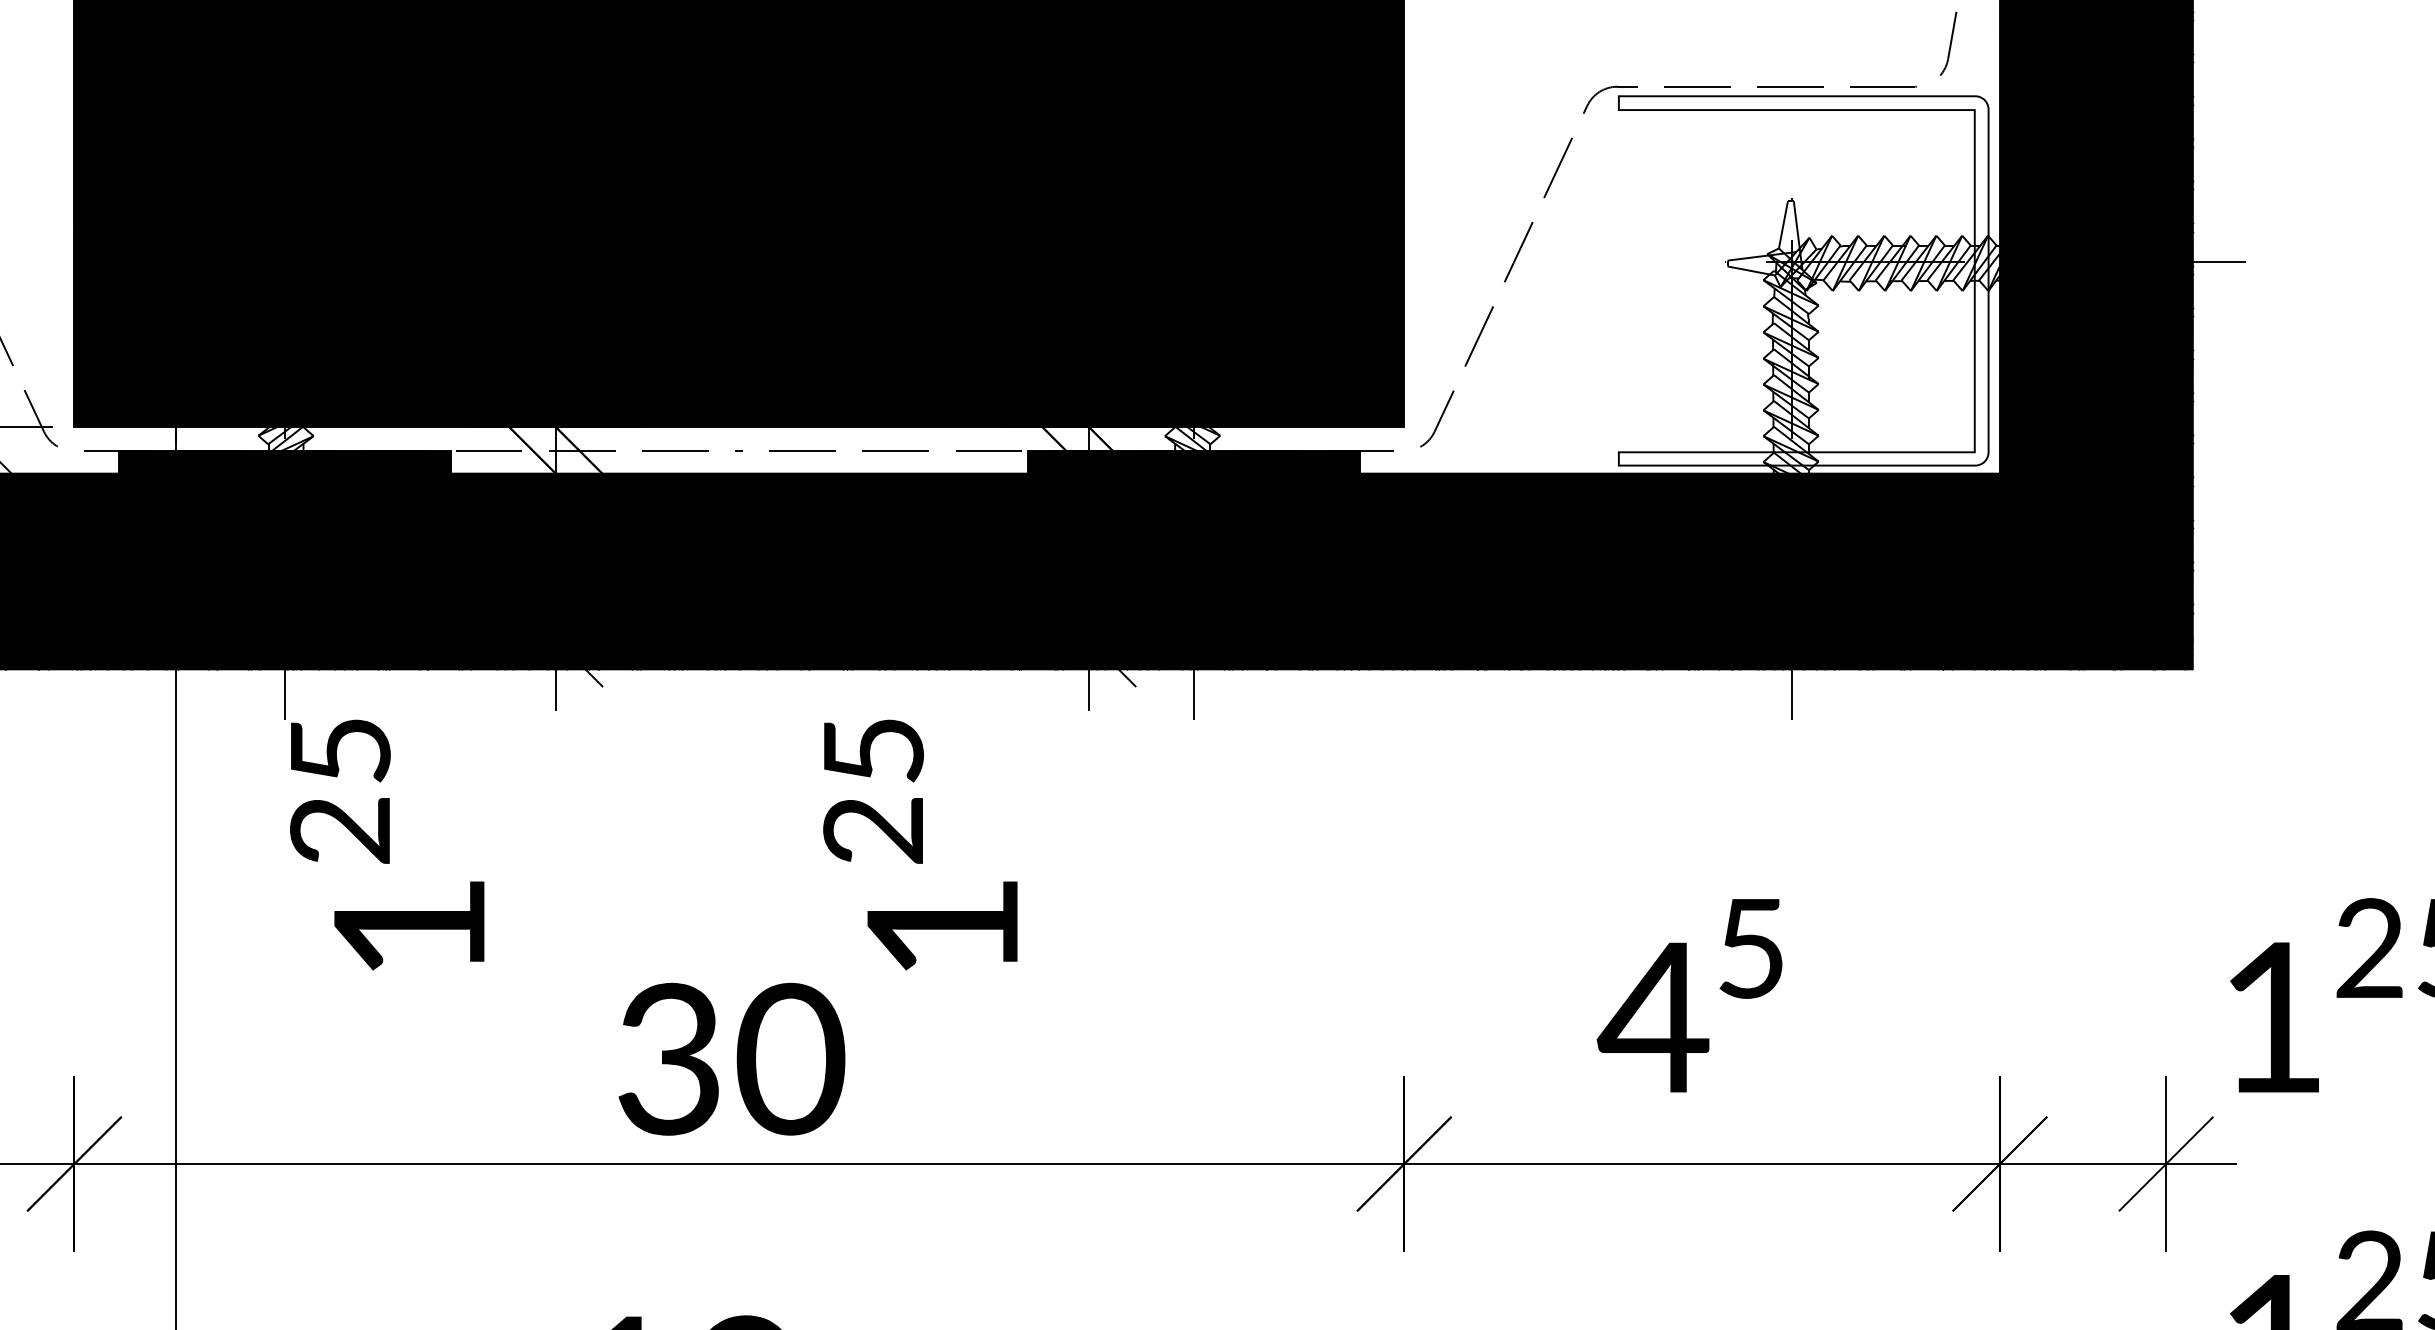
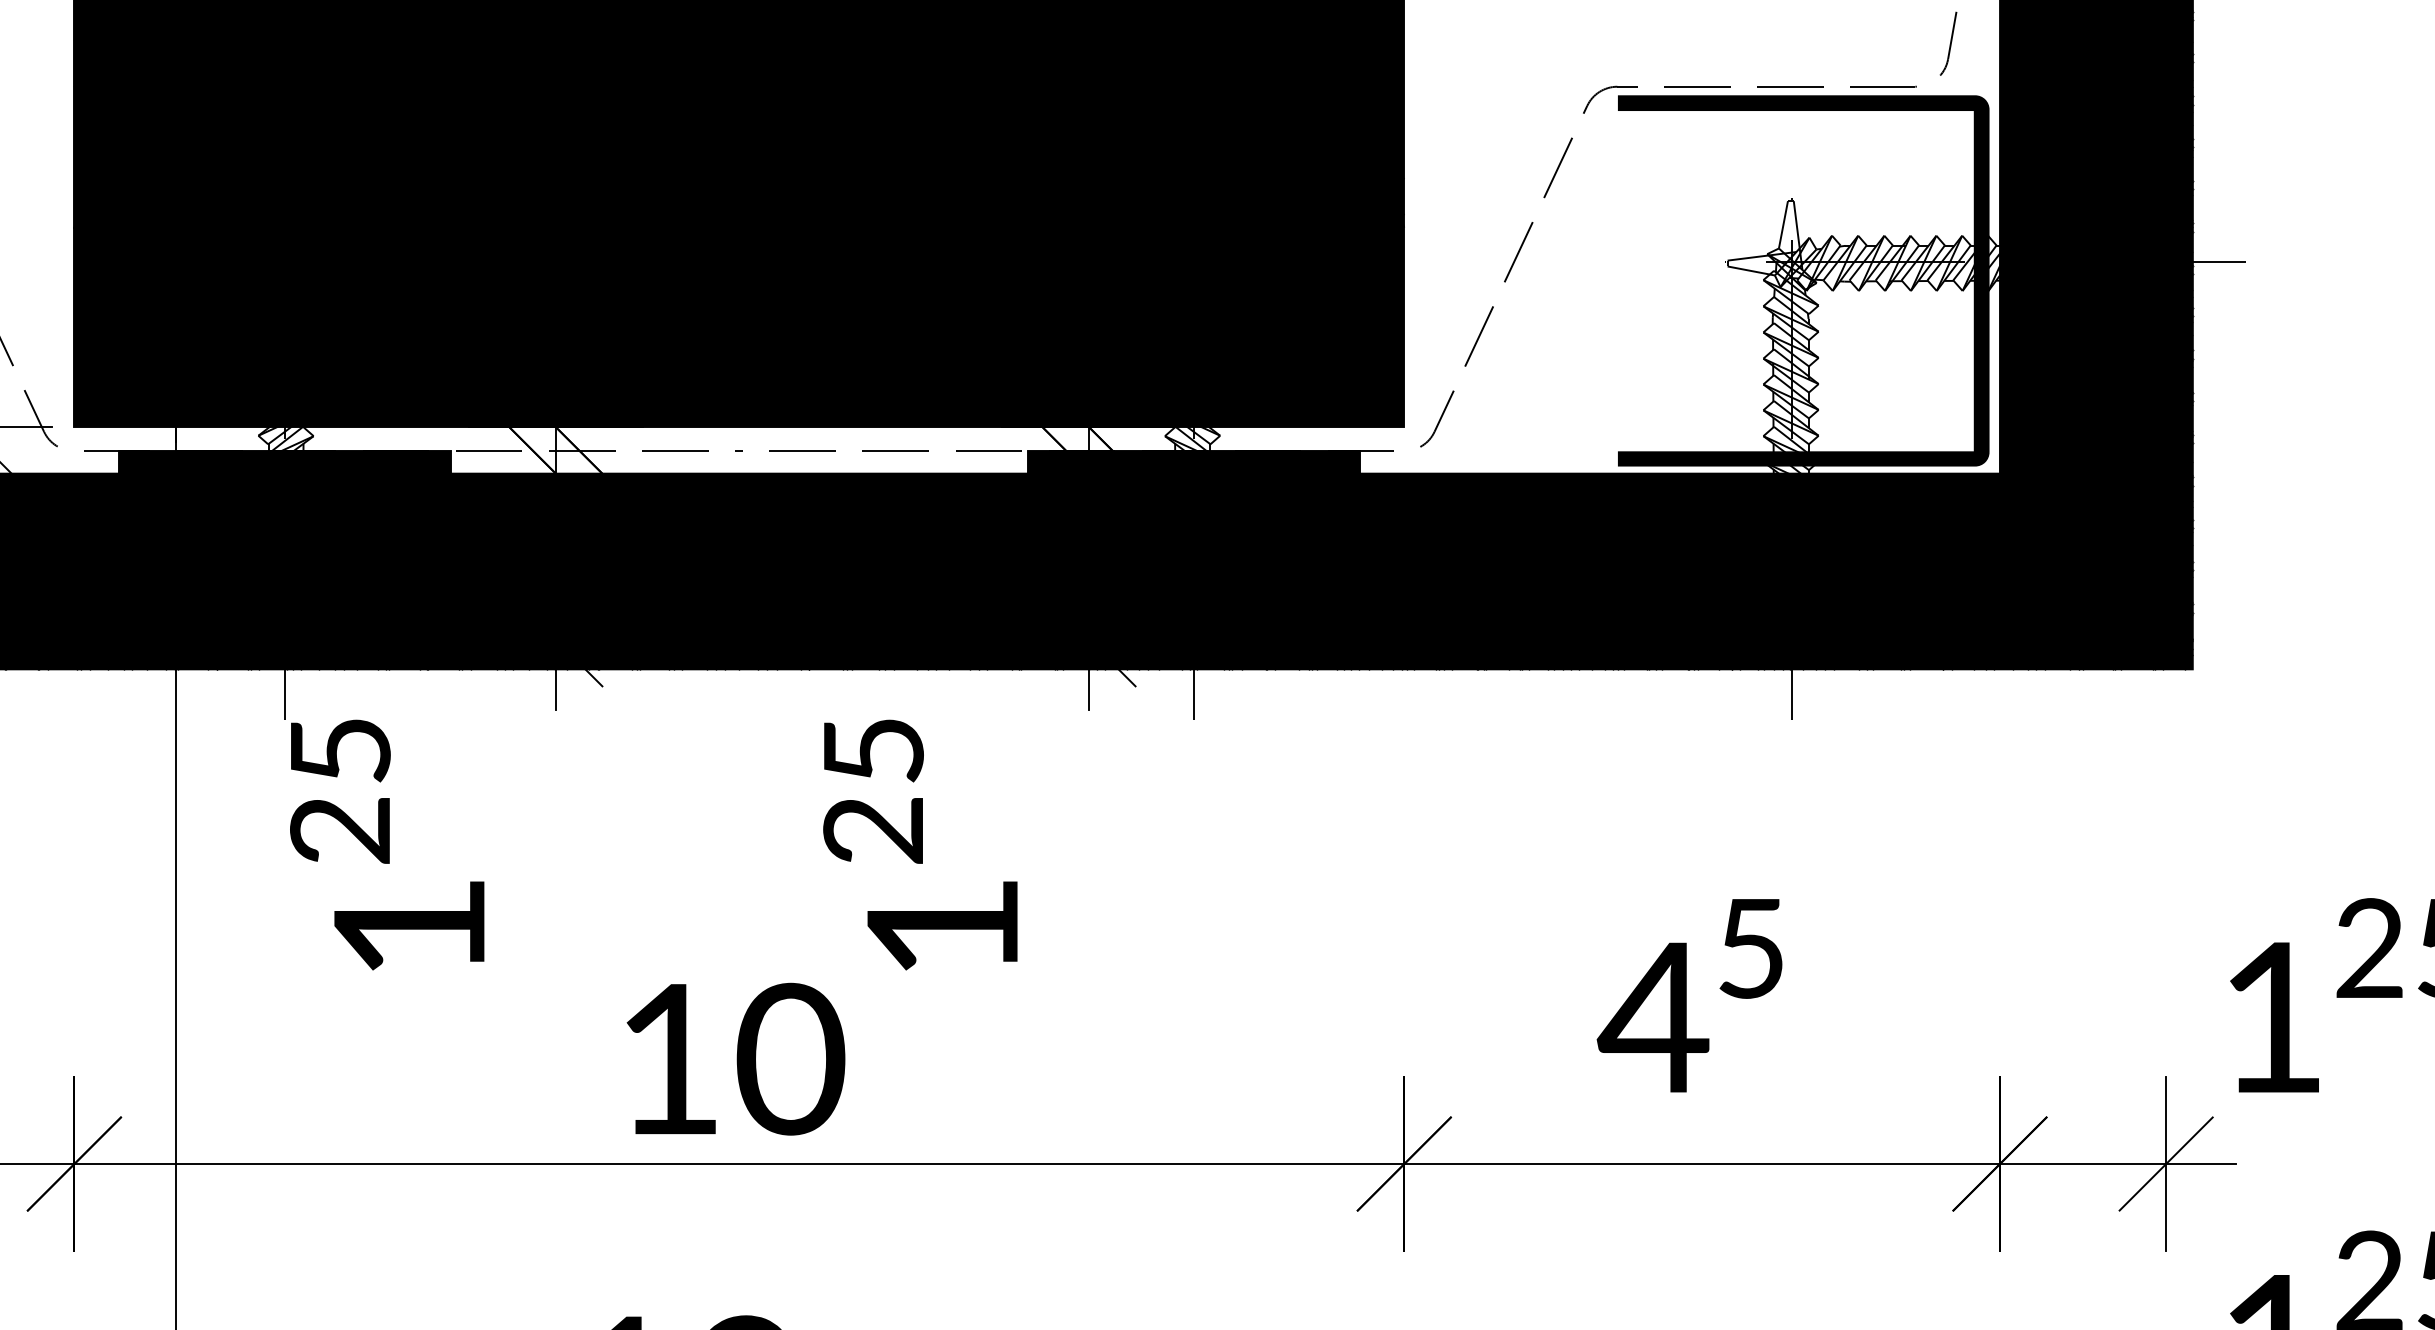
fill at (1803, 280): none -> present
text at (668, 1058): 30 -> 10
